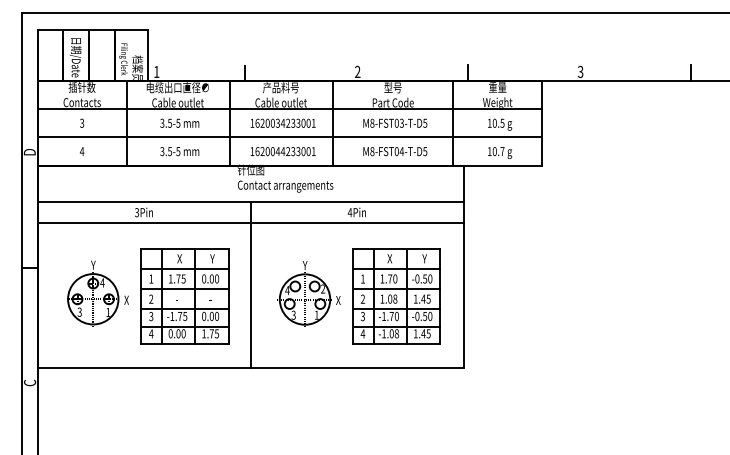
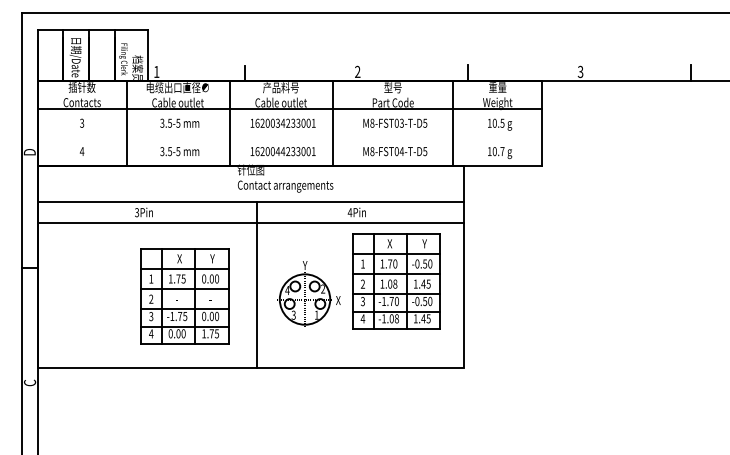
line at (289, 137): present -> none
line at (250, 285) position: (250, 285) -> (256, 285)
part at (97, 293): present -> none
part at (396, 296) position: (396, 296) -> (396, 281)
